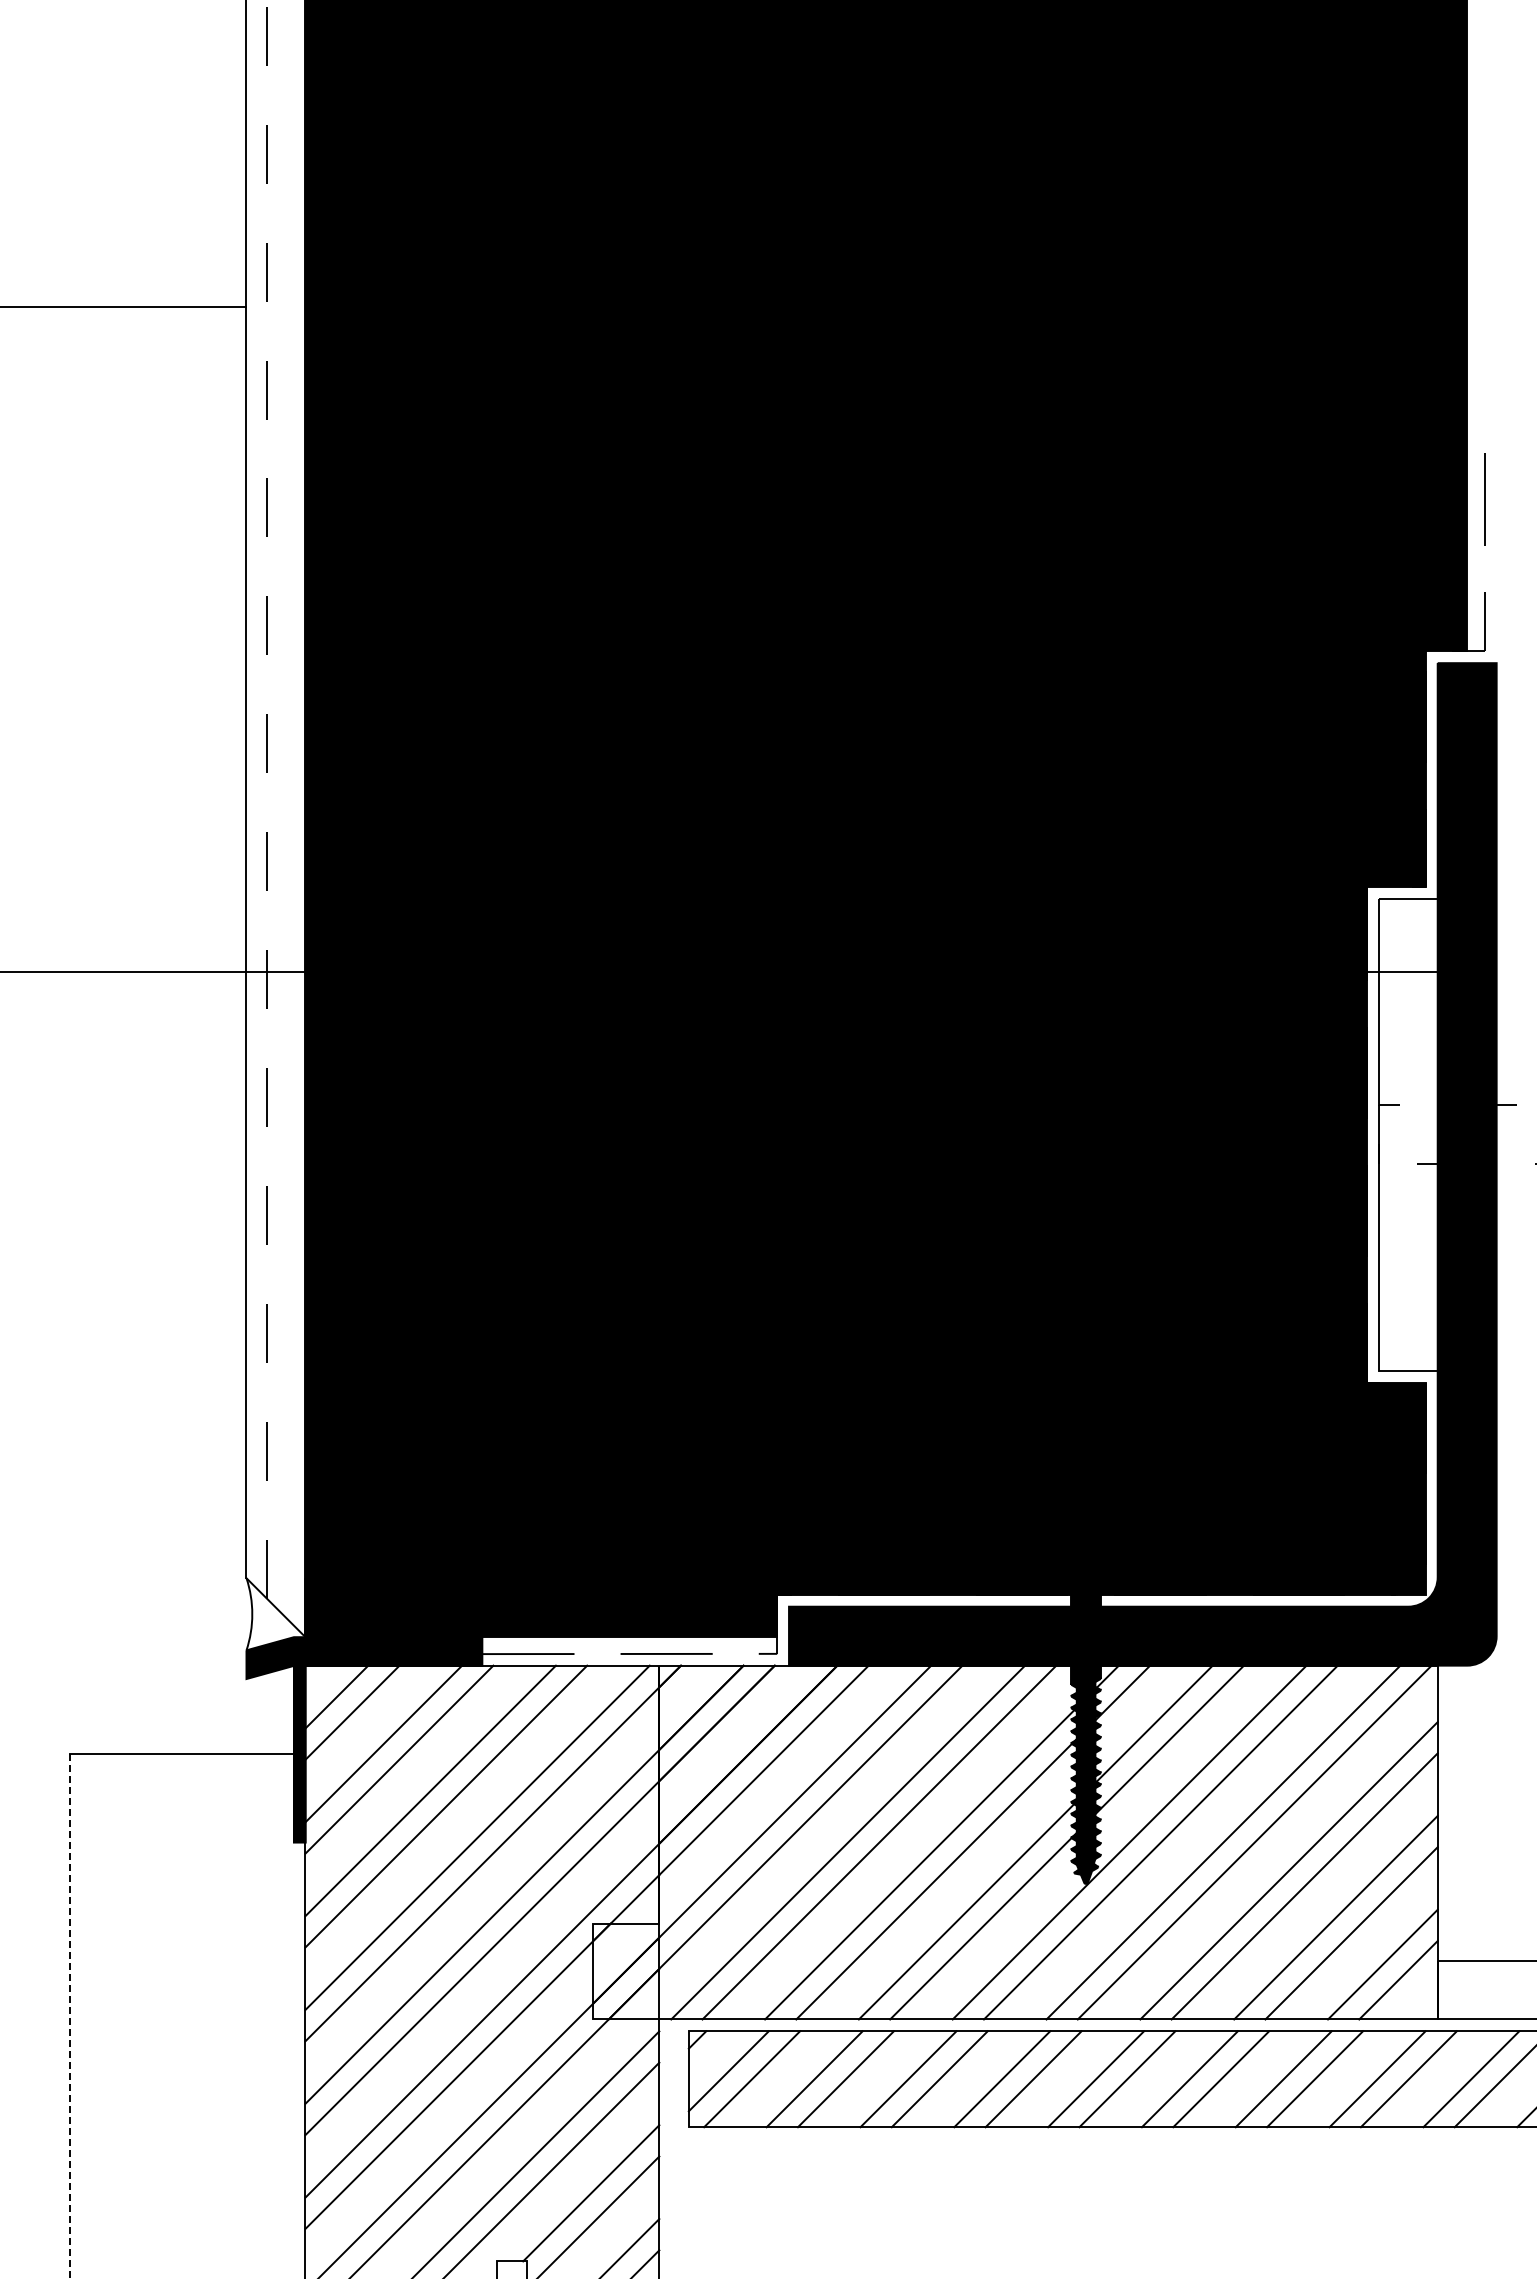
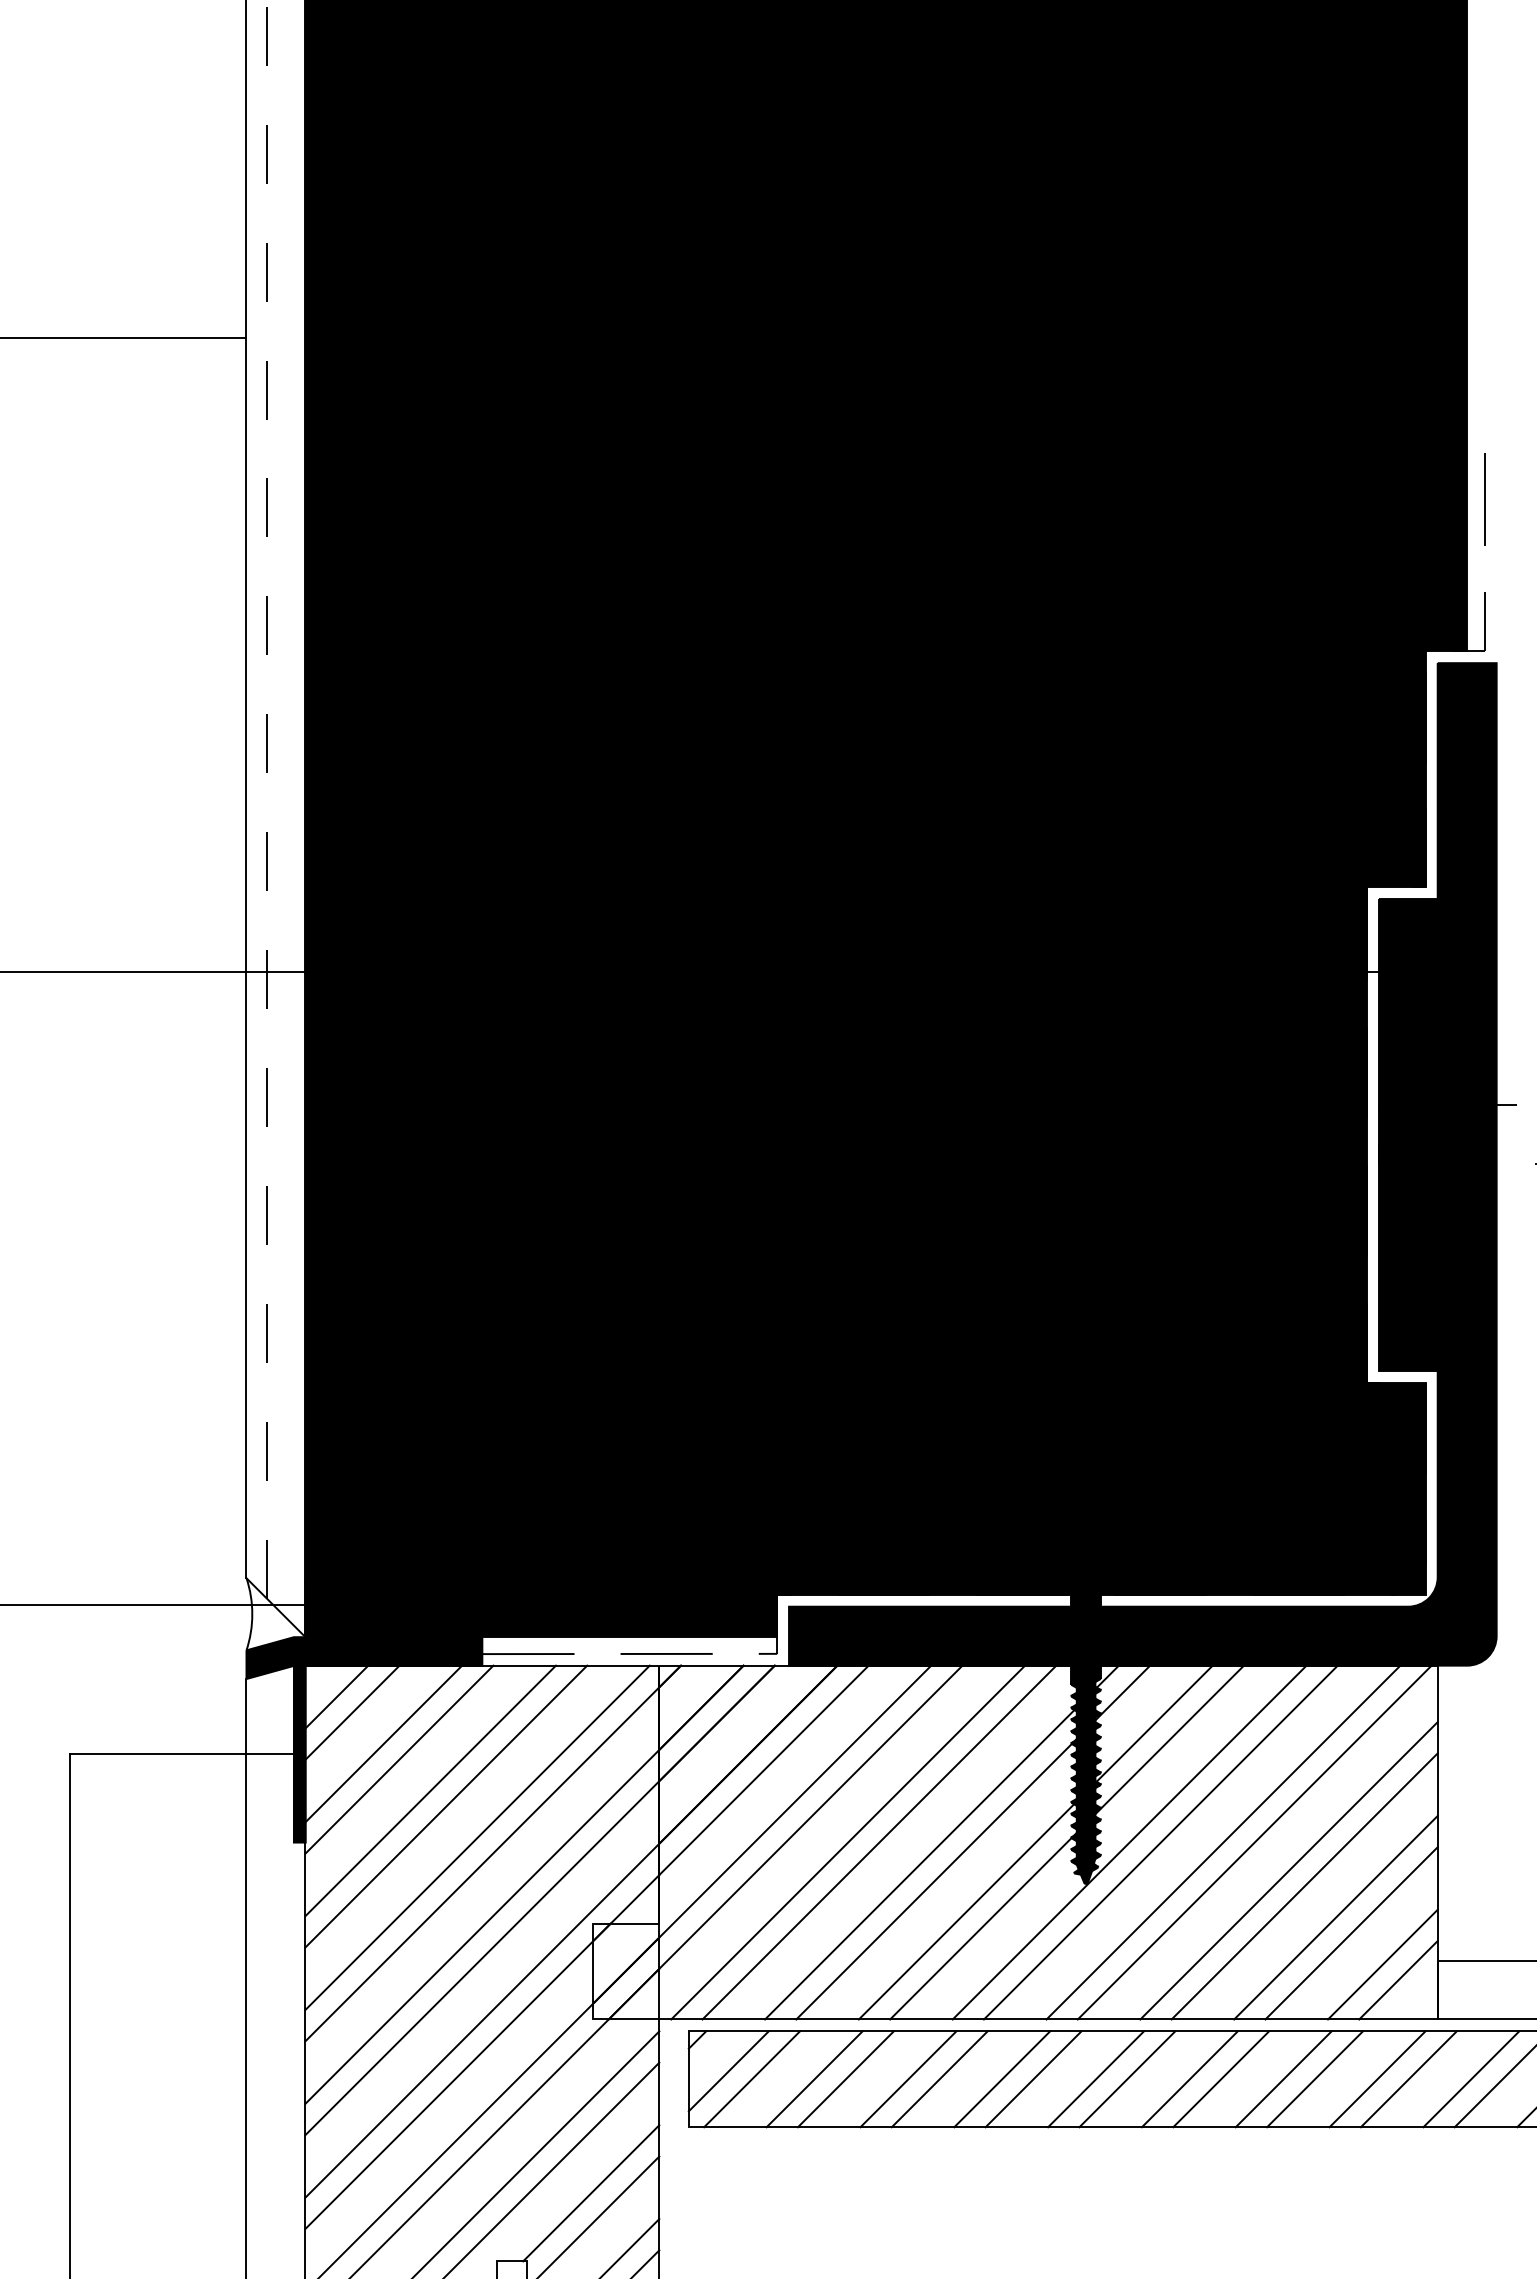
line at (124, 306) position: (124, 306) -> (124, 337)
fill at (1407, 1134): none -> present
line at (160, 1605): none -> present
line at (246, 1977): none -> present
line at (69, 2016): dashed -> solid
